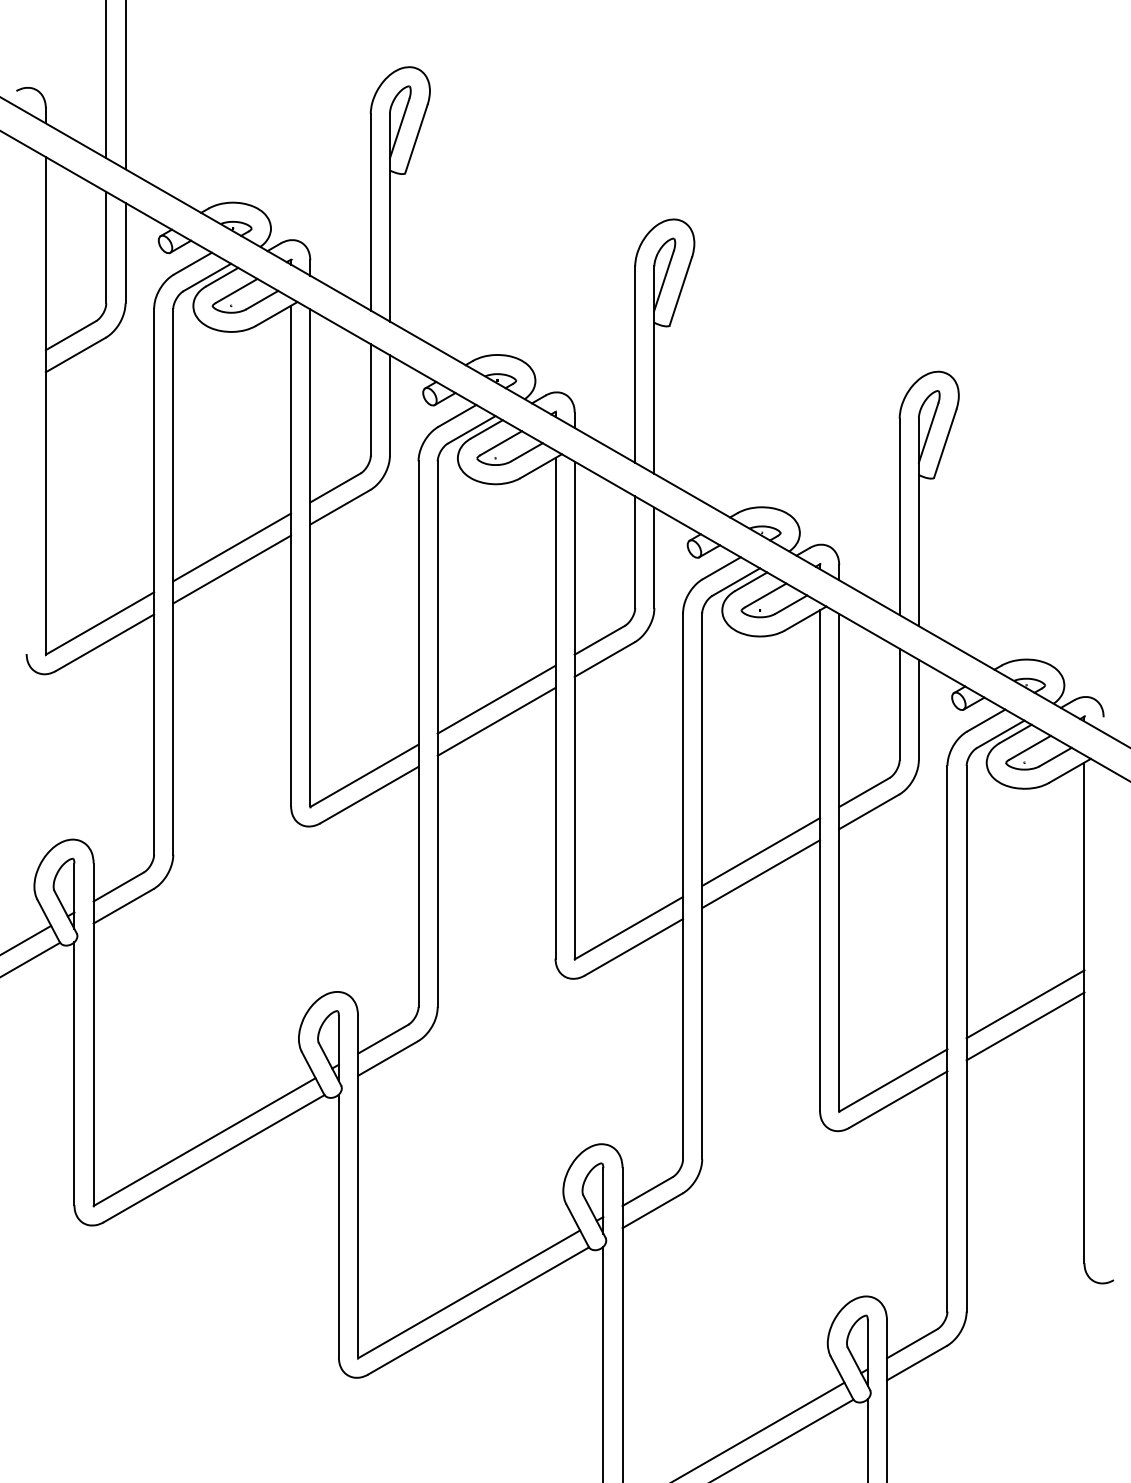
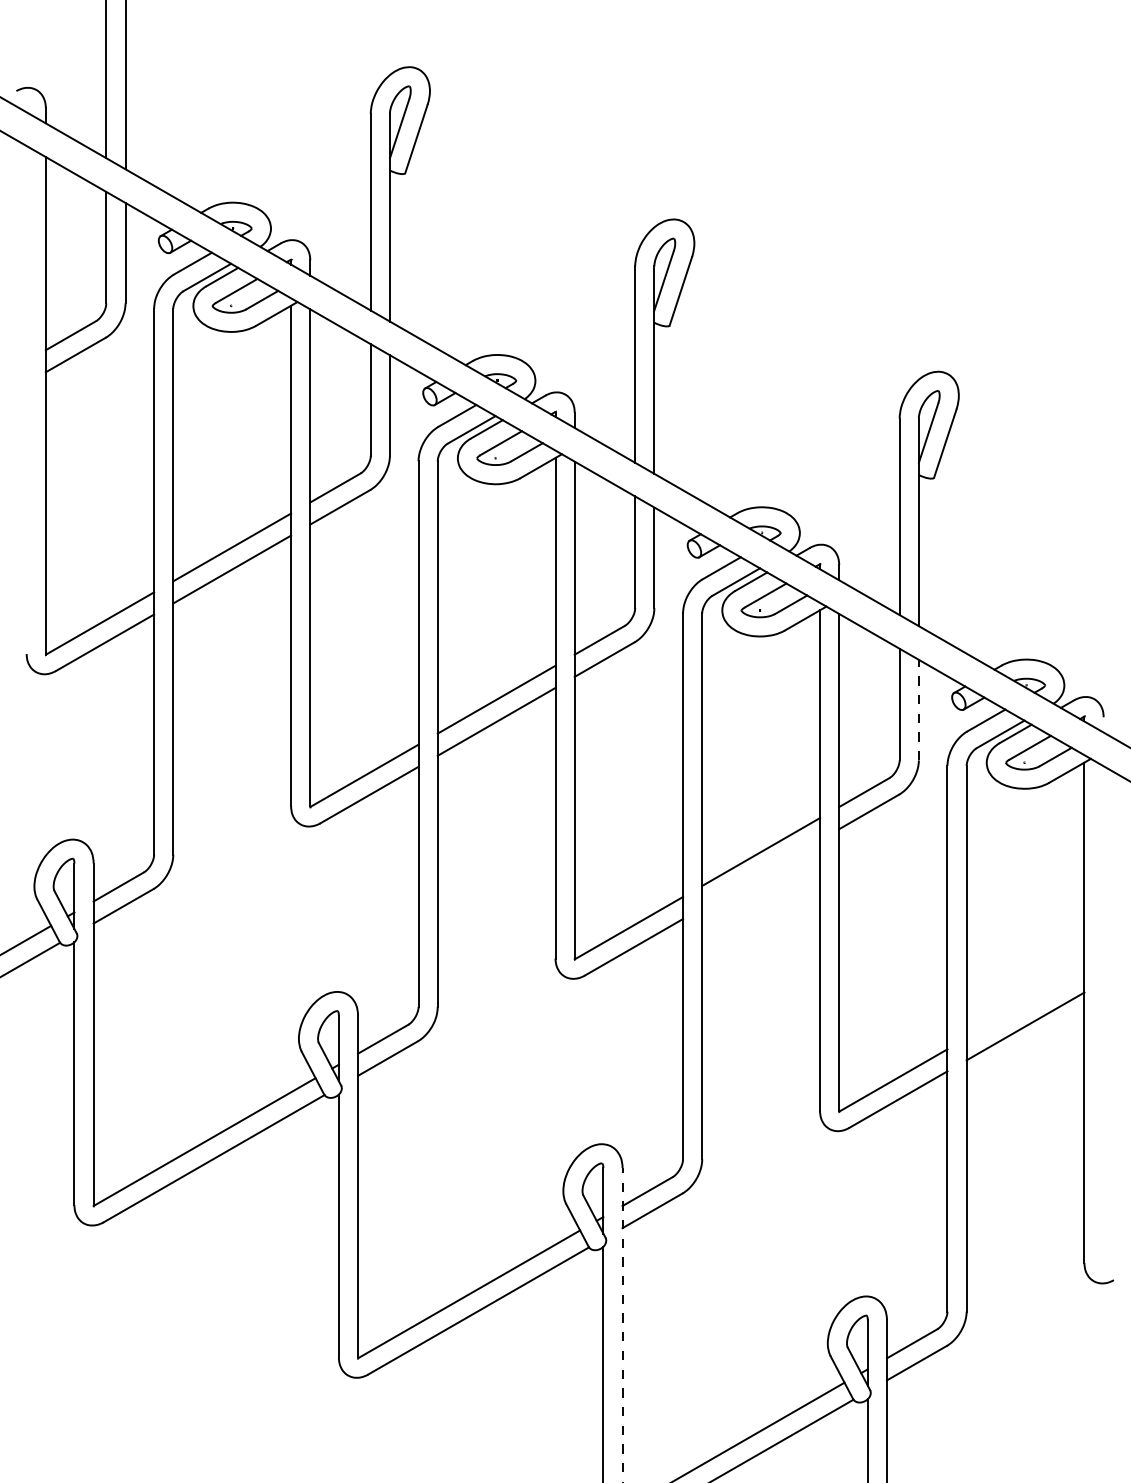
line at (918, 709): solid -> dashed
line at (761, 874): present -> none
line at (1025, 1004): present -> none
line at (622, 1324): solid -> dashed
